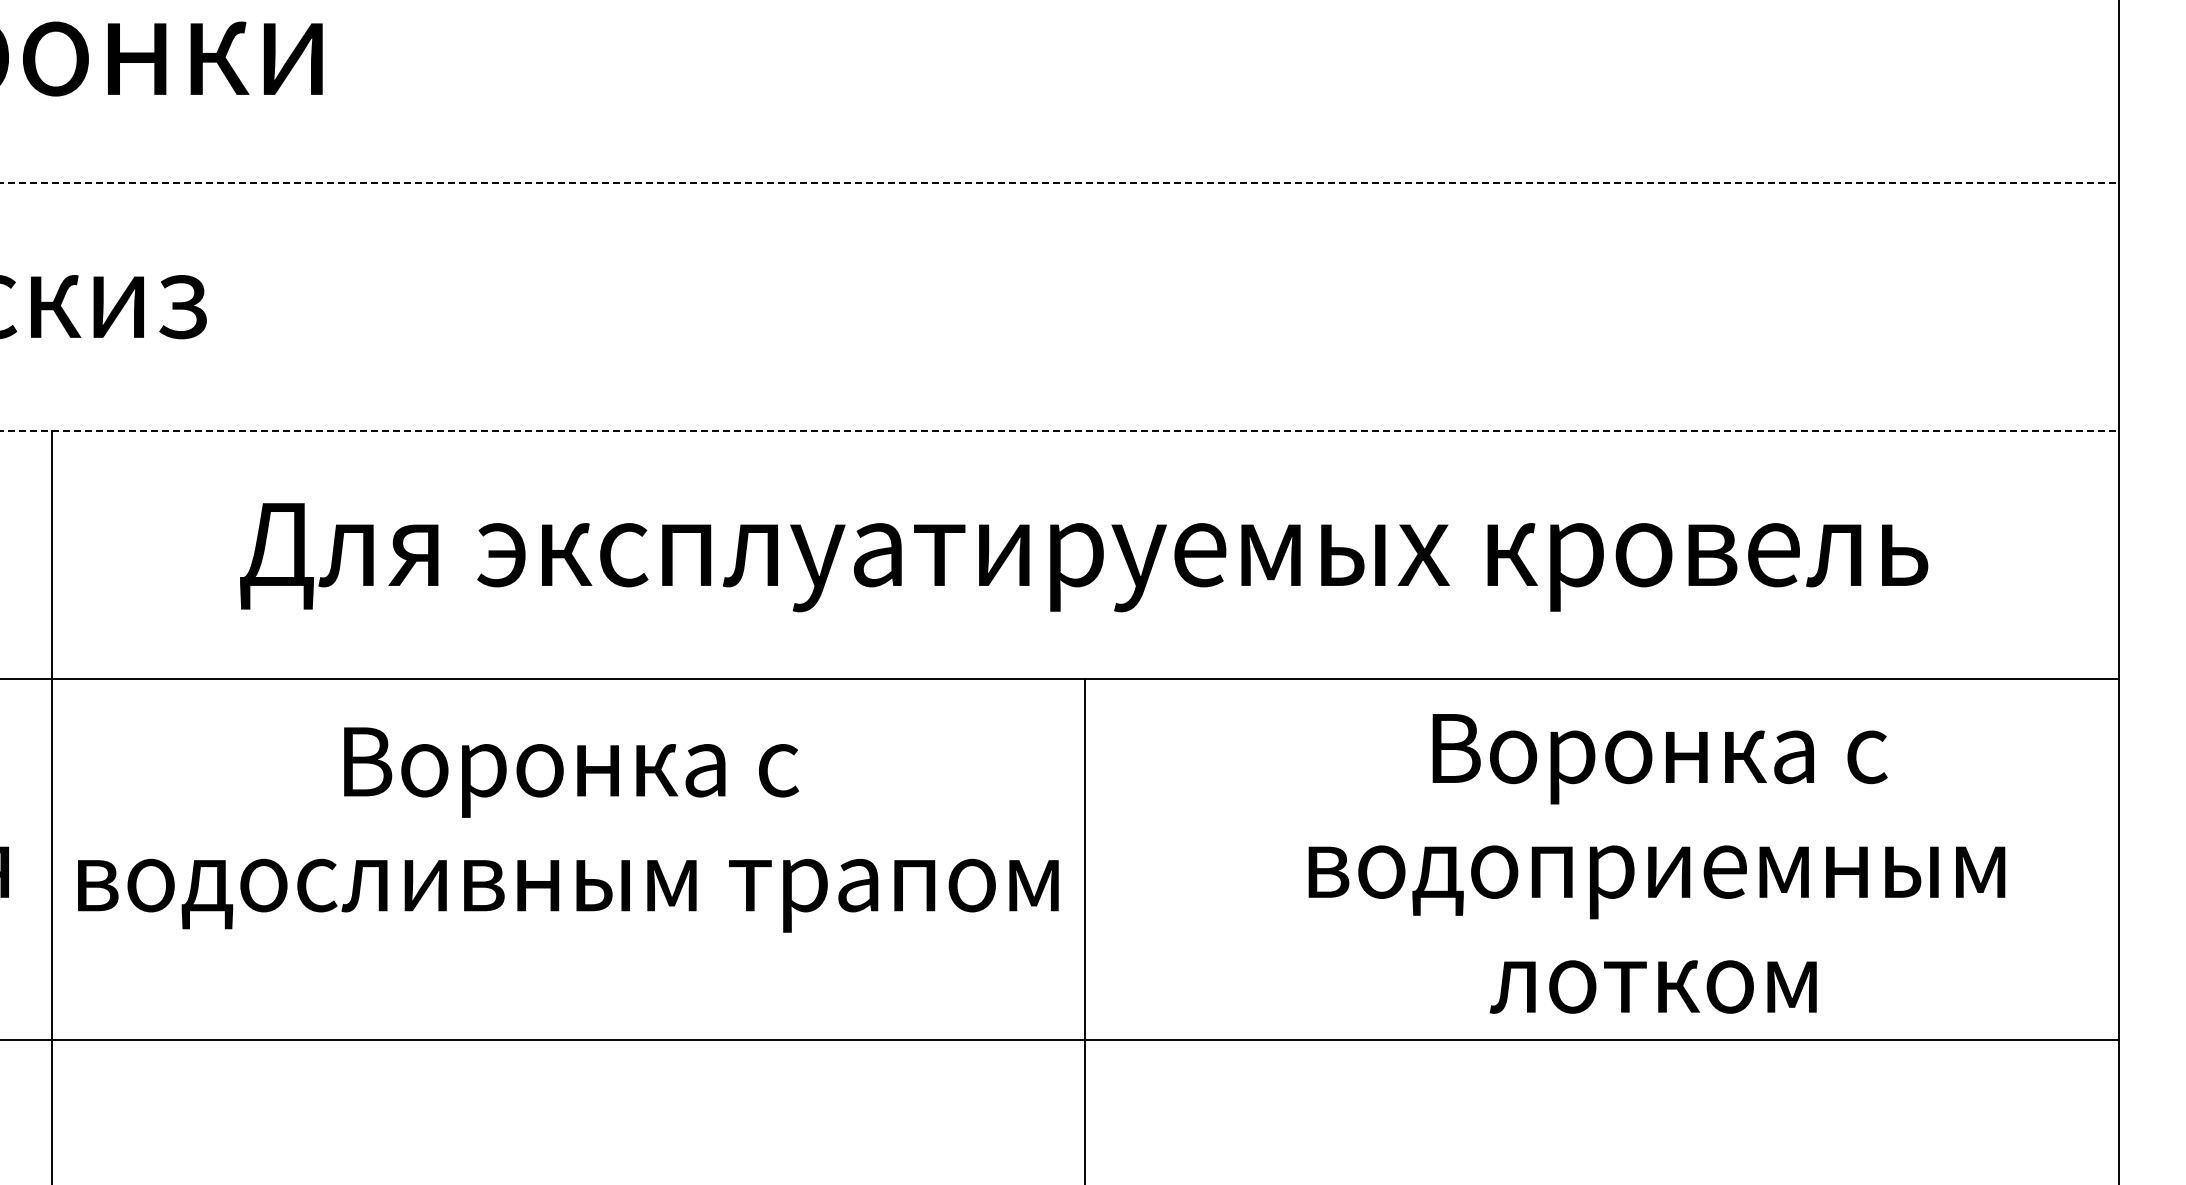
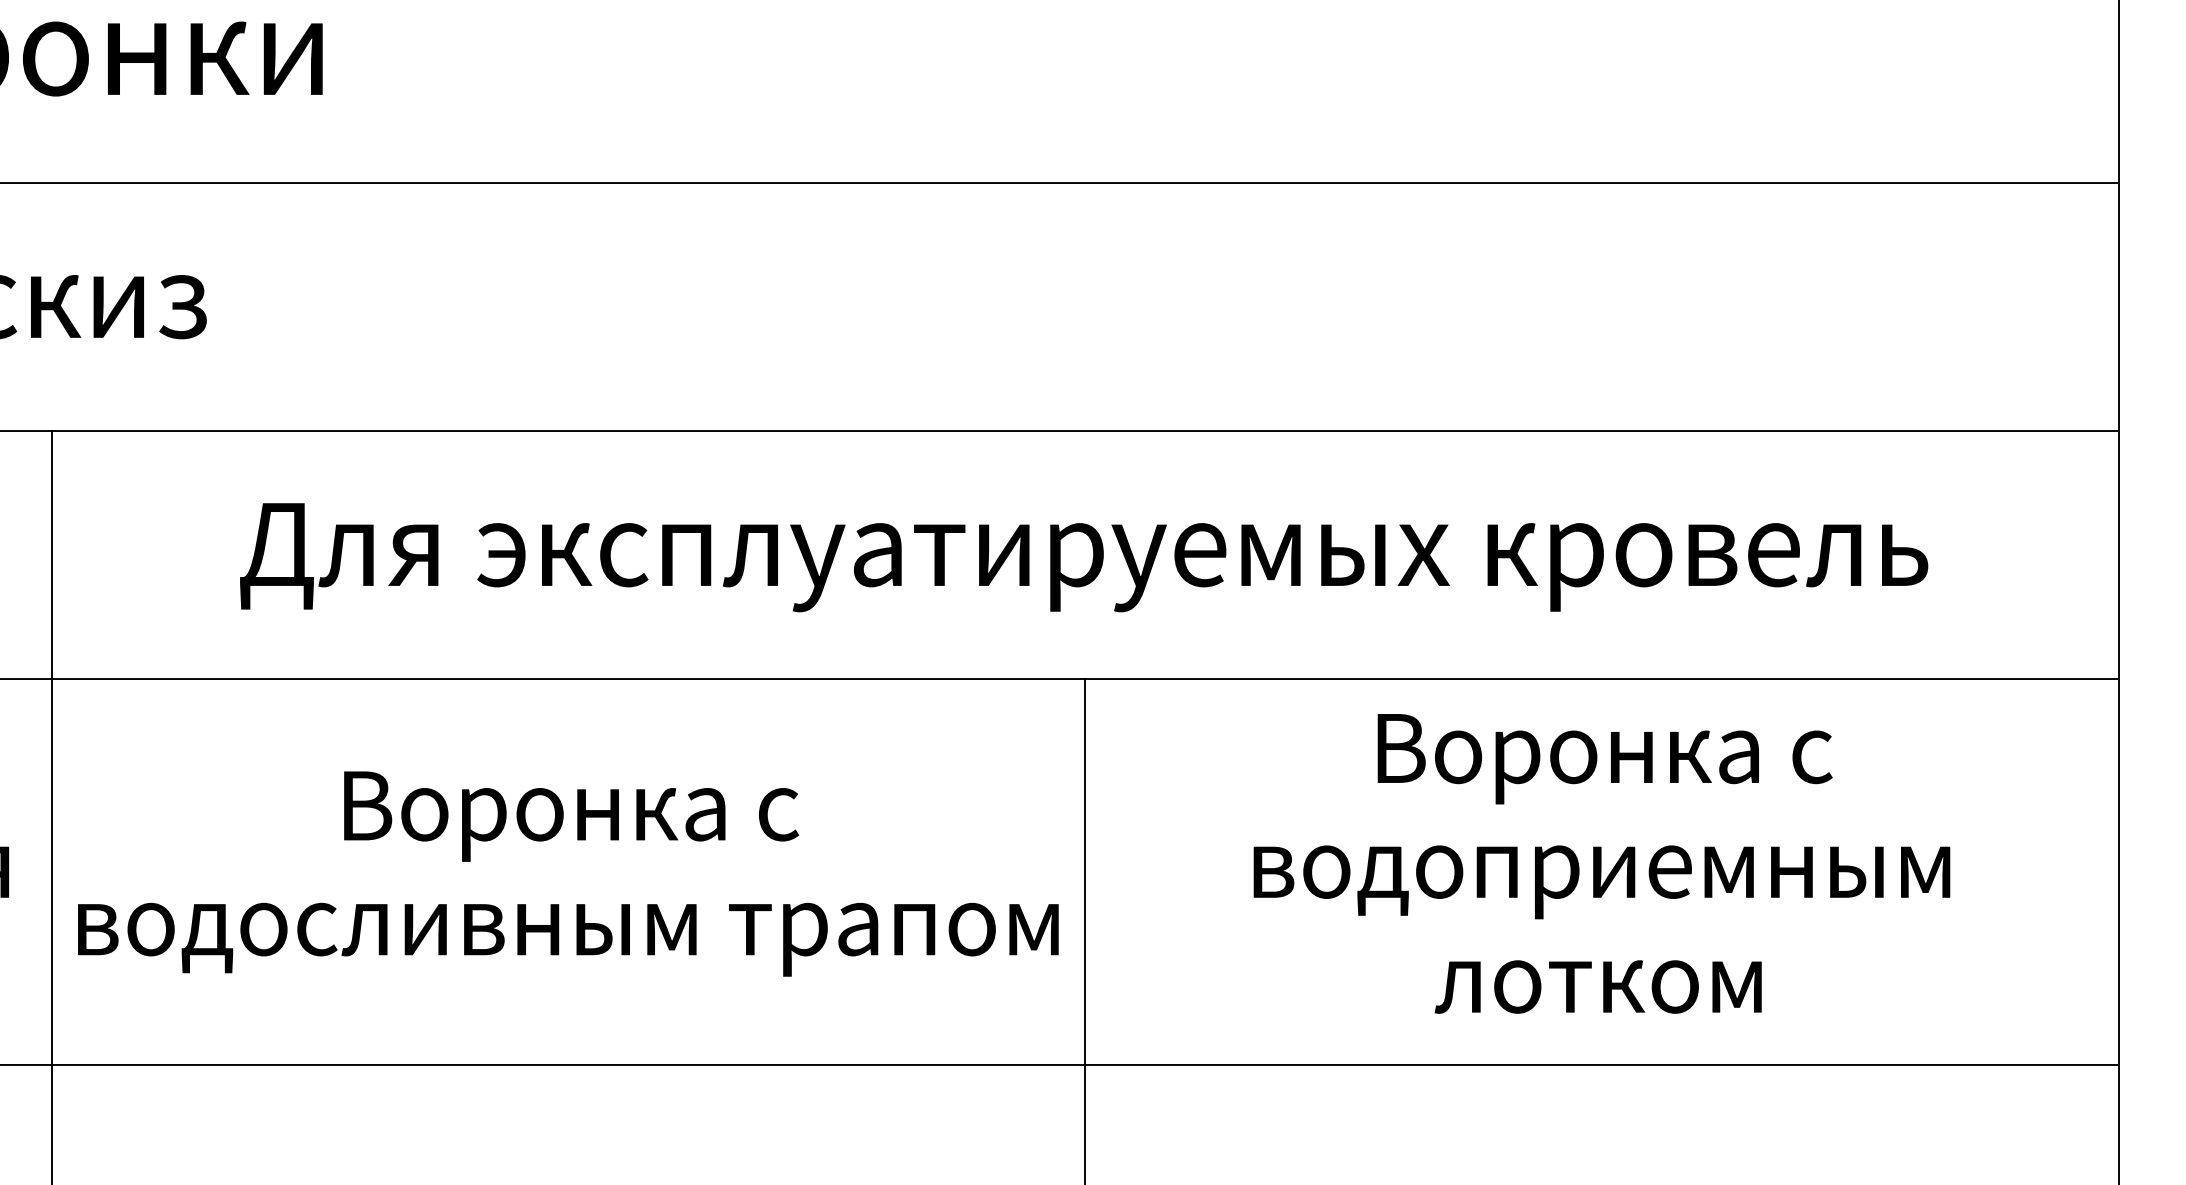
line at (1059, 183): dashed -> solid
line at (1059, 431): dashed -> solid
text at (568, 829) position: (568, 829) -> (568, 873)
text at (1656, 863) position: (1656, 863) -> (1601, 863)
line at (1060, 1040) position: (1060, 1040) -> (1060, 1065)
